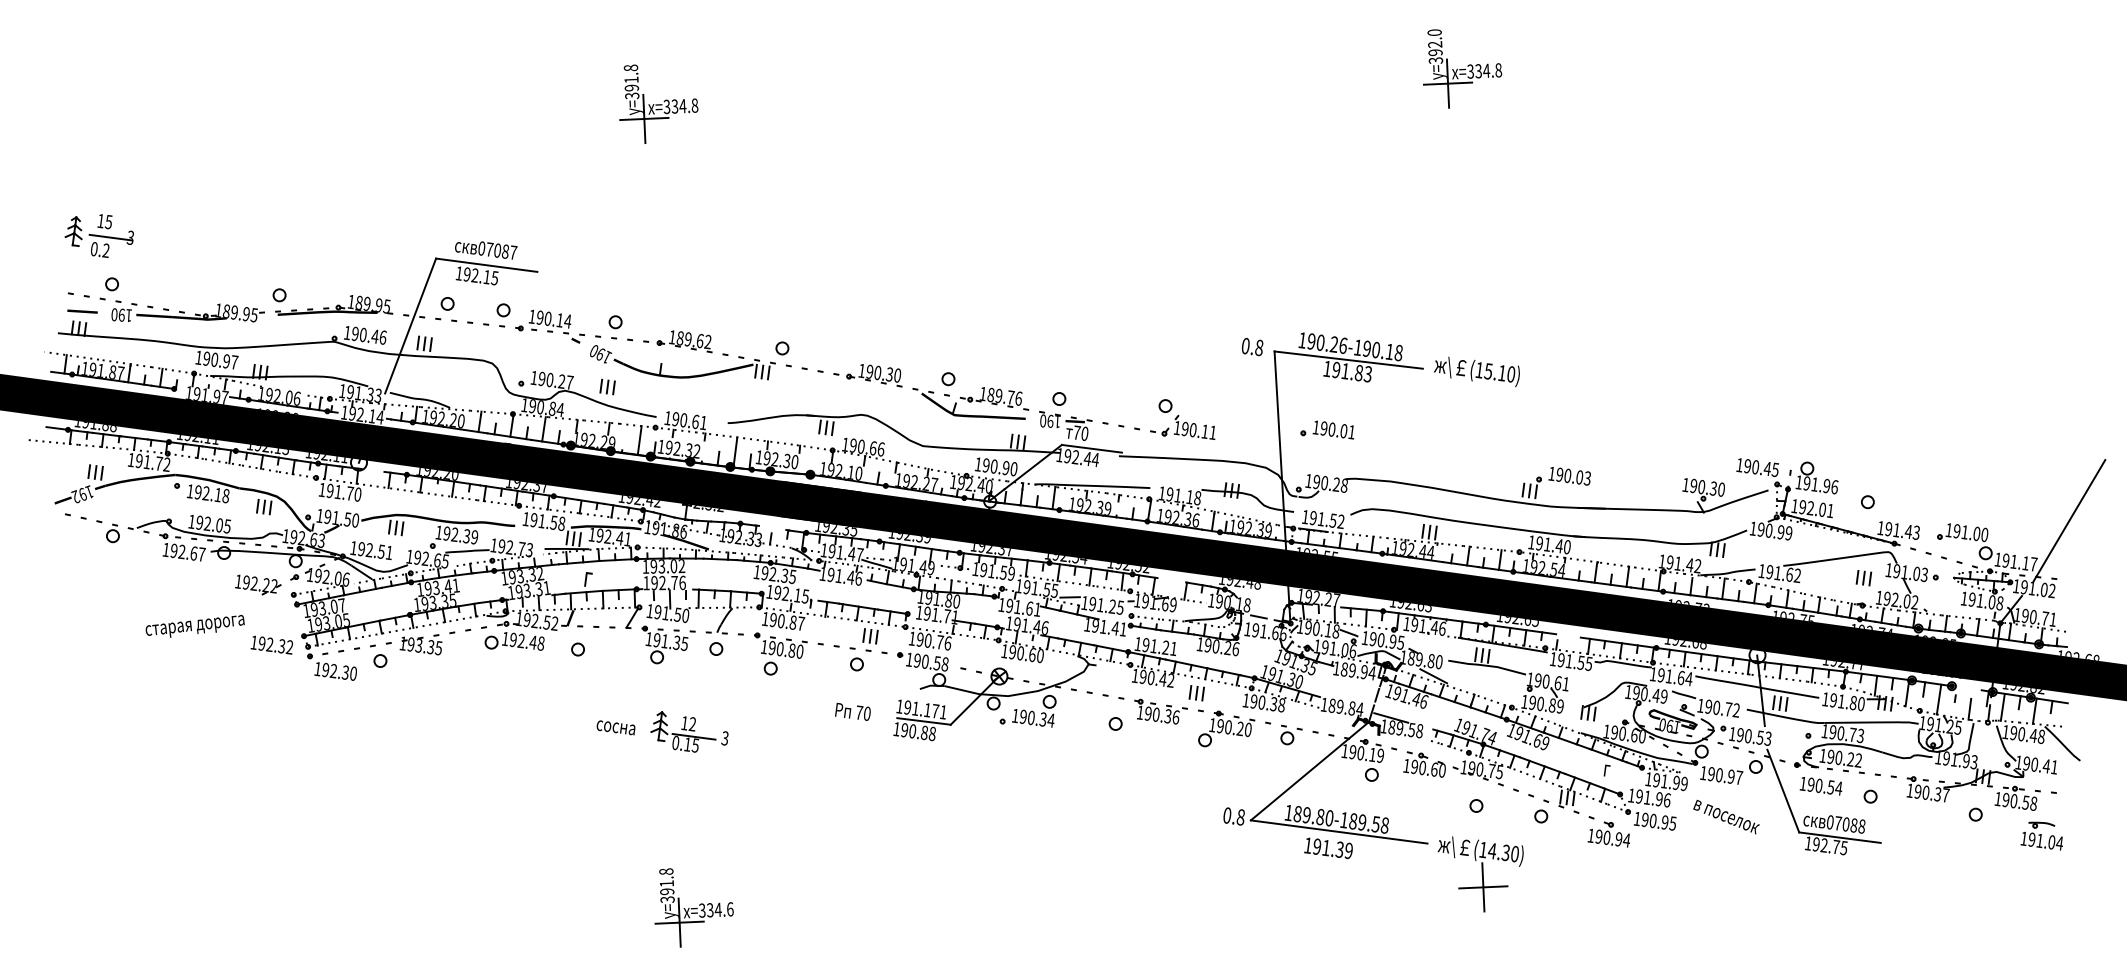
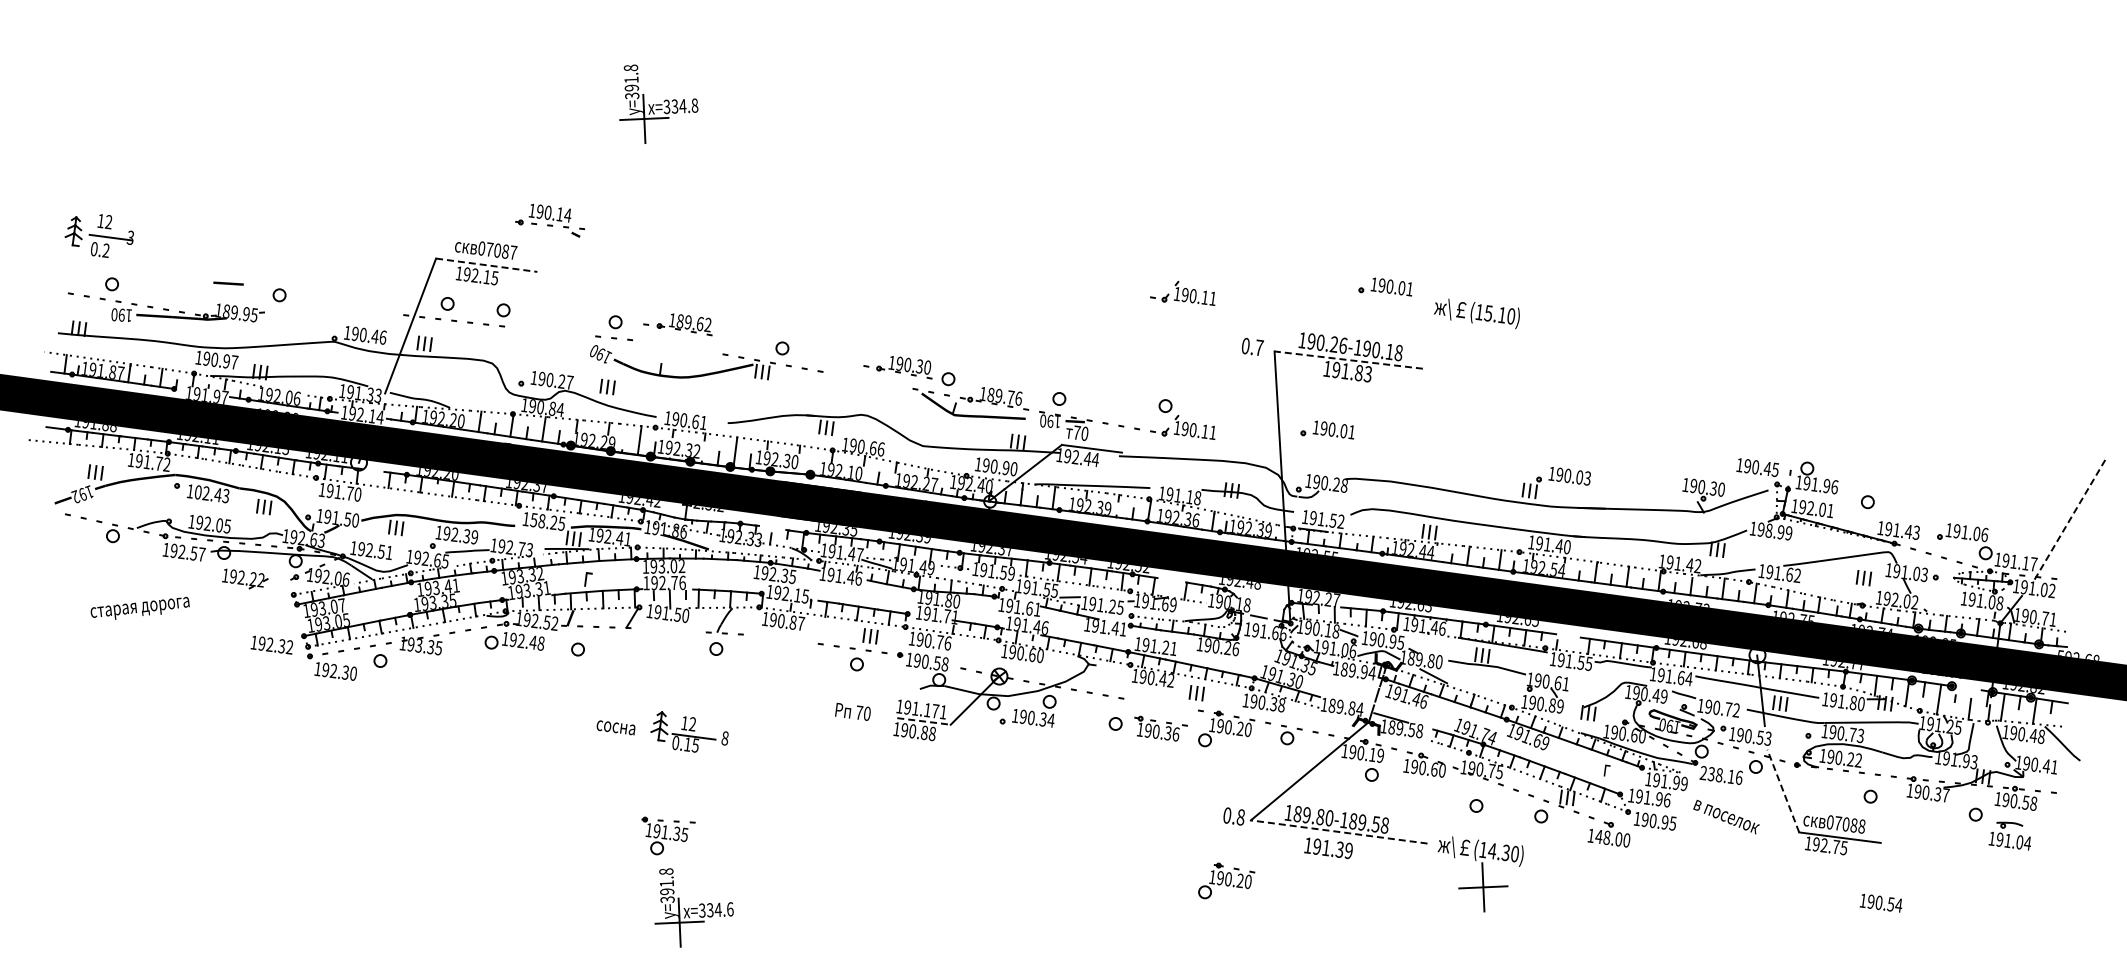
part at (1462, 68): present -> none
text at (108, 221): 15 -> 12
line at (487, 265): solid -> dashed
part at (1385, 286): none -> present
part at (1182, 292): none -> present
part at (334, 305): present -> none
line at (82, 311) position: (82, 311) -> (228, 283)
part at (549, 326) position: (549, 326) -> (549, 220)
part at (677, 341) position: (677, 341) -> (677, 324)
text at (1259, 347): 0.8 -> 0.7
line at (1348, 360): solid -> dashed
text at (1476, 371) position: (1476, 371) -> (1476, 313)
part at (867, 375) position: (867, 375) -> (897, 367)
text at (211, 494): 192.18 -> 102.43
text at (547, 521): 191.58 -> 158.25
line at (2069, 521): solid -> dashed
text at (1768, 530): 190.99 -> 198.99
text at (1984, 534): 191.00 -> 191.06
text at (193, 553): 192.67 -> 192.57
part at (258, 584) position: (258, 584) -> (245, 578)
text at (194, 625) position: (194, 625) -> (139, 607)
part at (668, 644) position: (668, 644) -> (668, 835)
text at (2060, 652): 192.68 -> 592.68
part at (780, 653): present -> none
part at (1160, 711) position: (1160, 711) -> (1160, 728)
line at (924, 721): solid -> dashed
text at (724, 738): 3 -> 8
text at (1721, 774): 190.97 -> 238.16
text at (1820, 786) position: (1820, 786) -> (1880, 903)
line at (1783, 790): solid -> dashed
line at (1338, 831): solid -> dashed
part at (2041, 835) position: (2041, 835) -> (2009, 835)
text at (1612, 838): 190.94 -> 148.00
part at (1226, 880): none -> present
